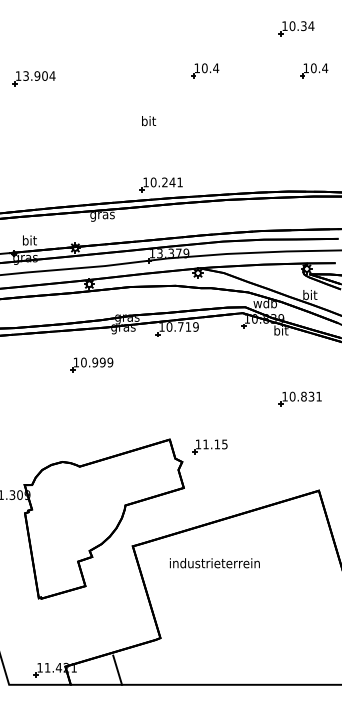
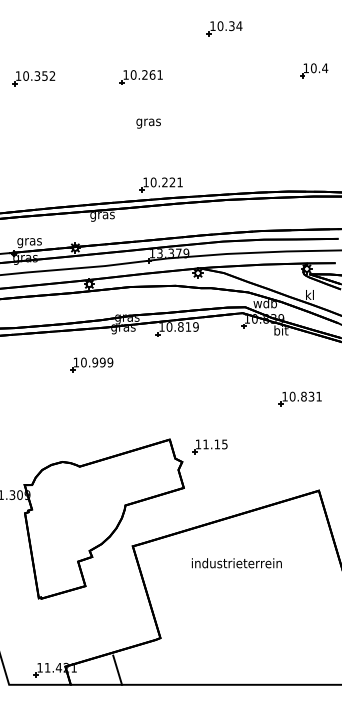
part at (296, 28) position: (296, 28) -> (224, 28)
part at (205, 70): present -> none
text at (39, 75): 13.904 -> 10.352
part at (140, 77): none -> present
text at (148, 122): bit -> gras
text at (172, 182): 10.241 -> 10.221
text at (29, 241): bit -> gras
text at (310, 295): bit -> kl
text at (180, 326): 10.719 -> 10.819
text at (214, 563) position: (214, 563) -> (236, 563)
